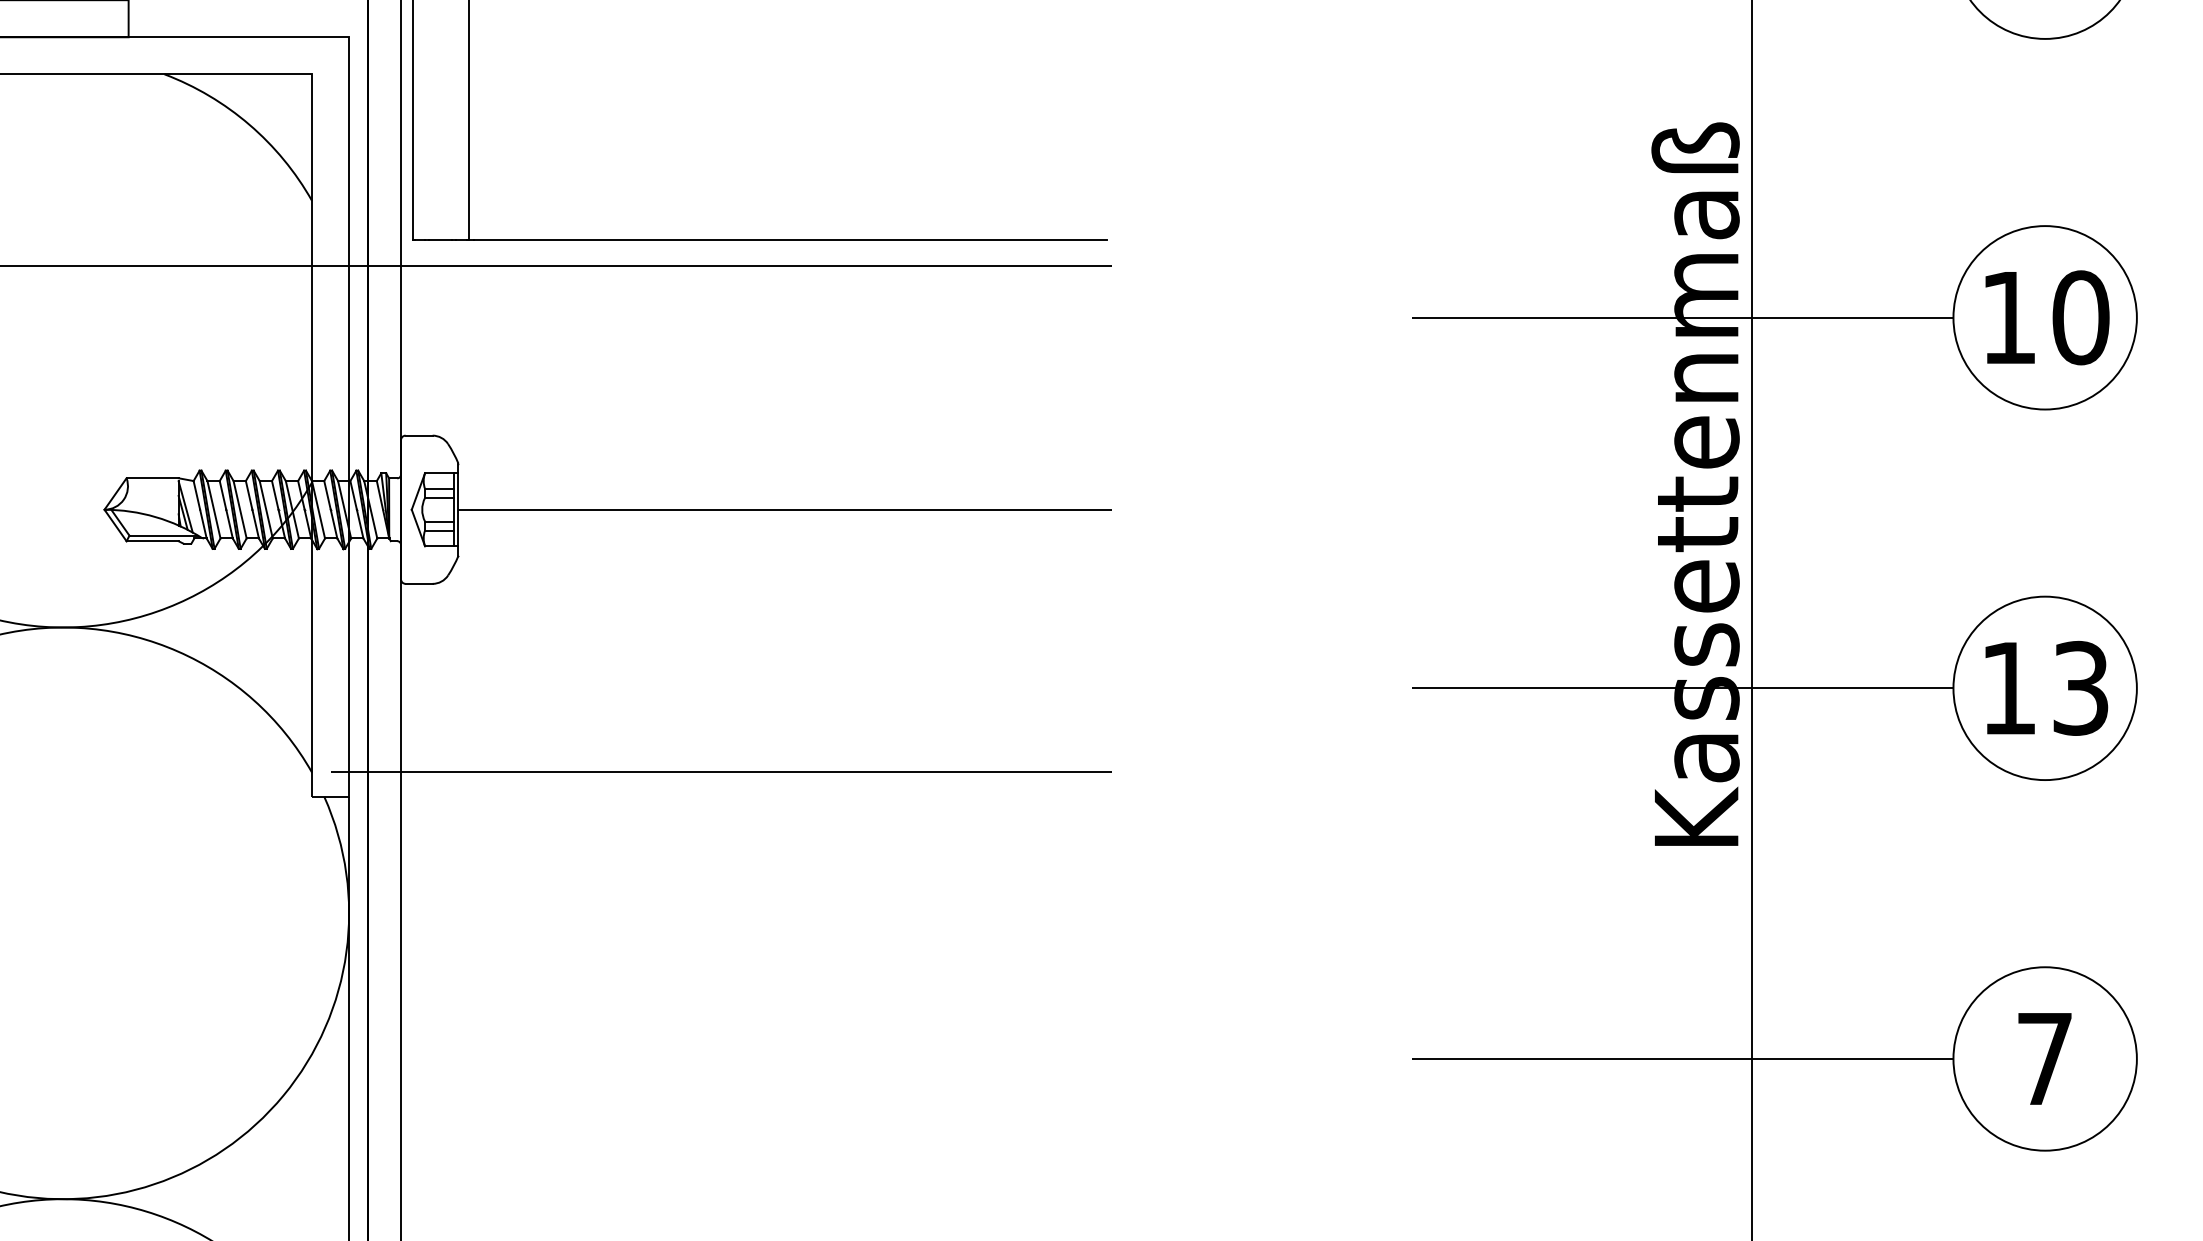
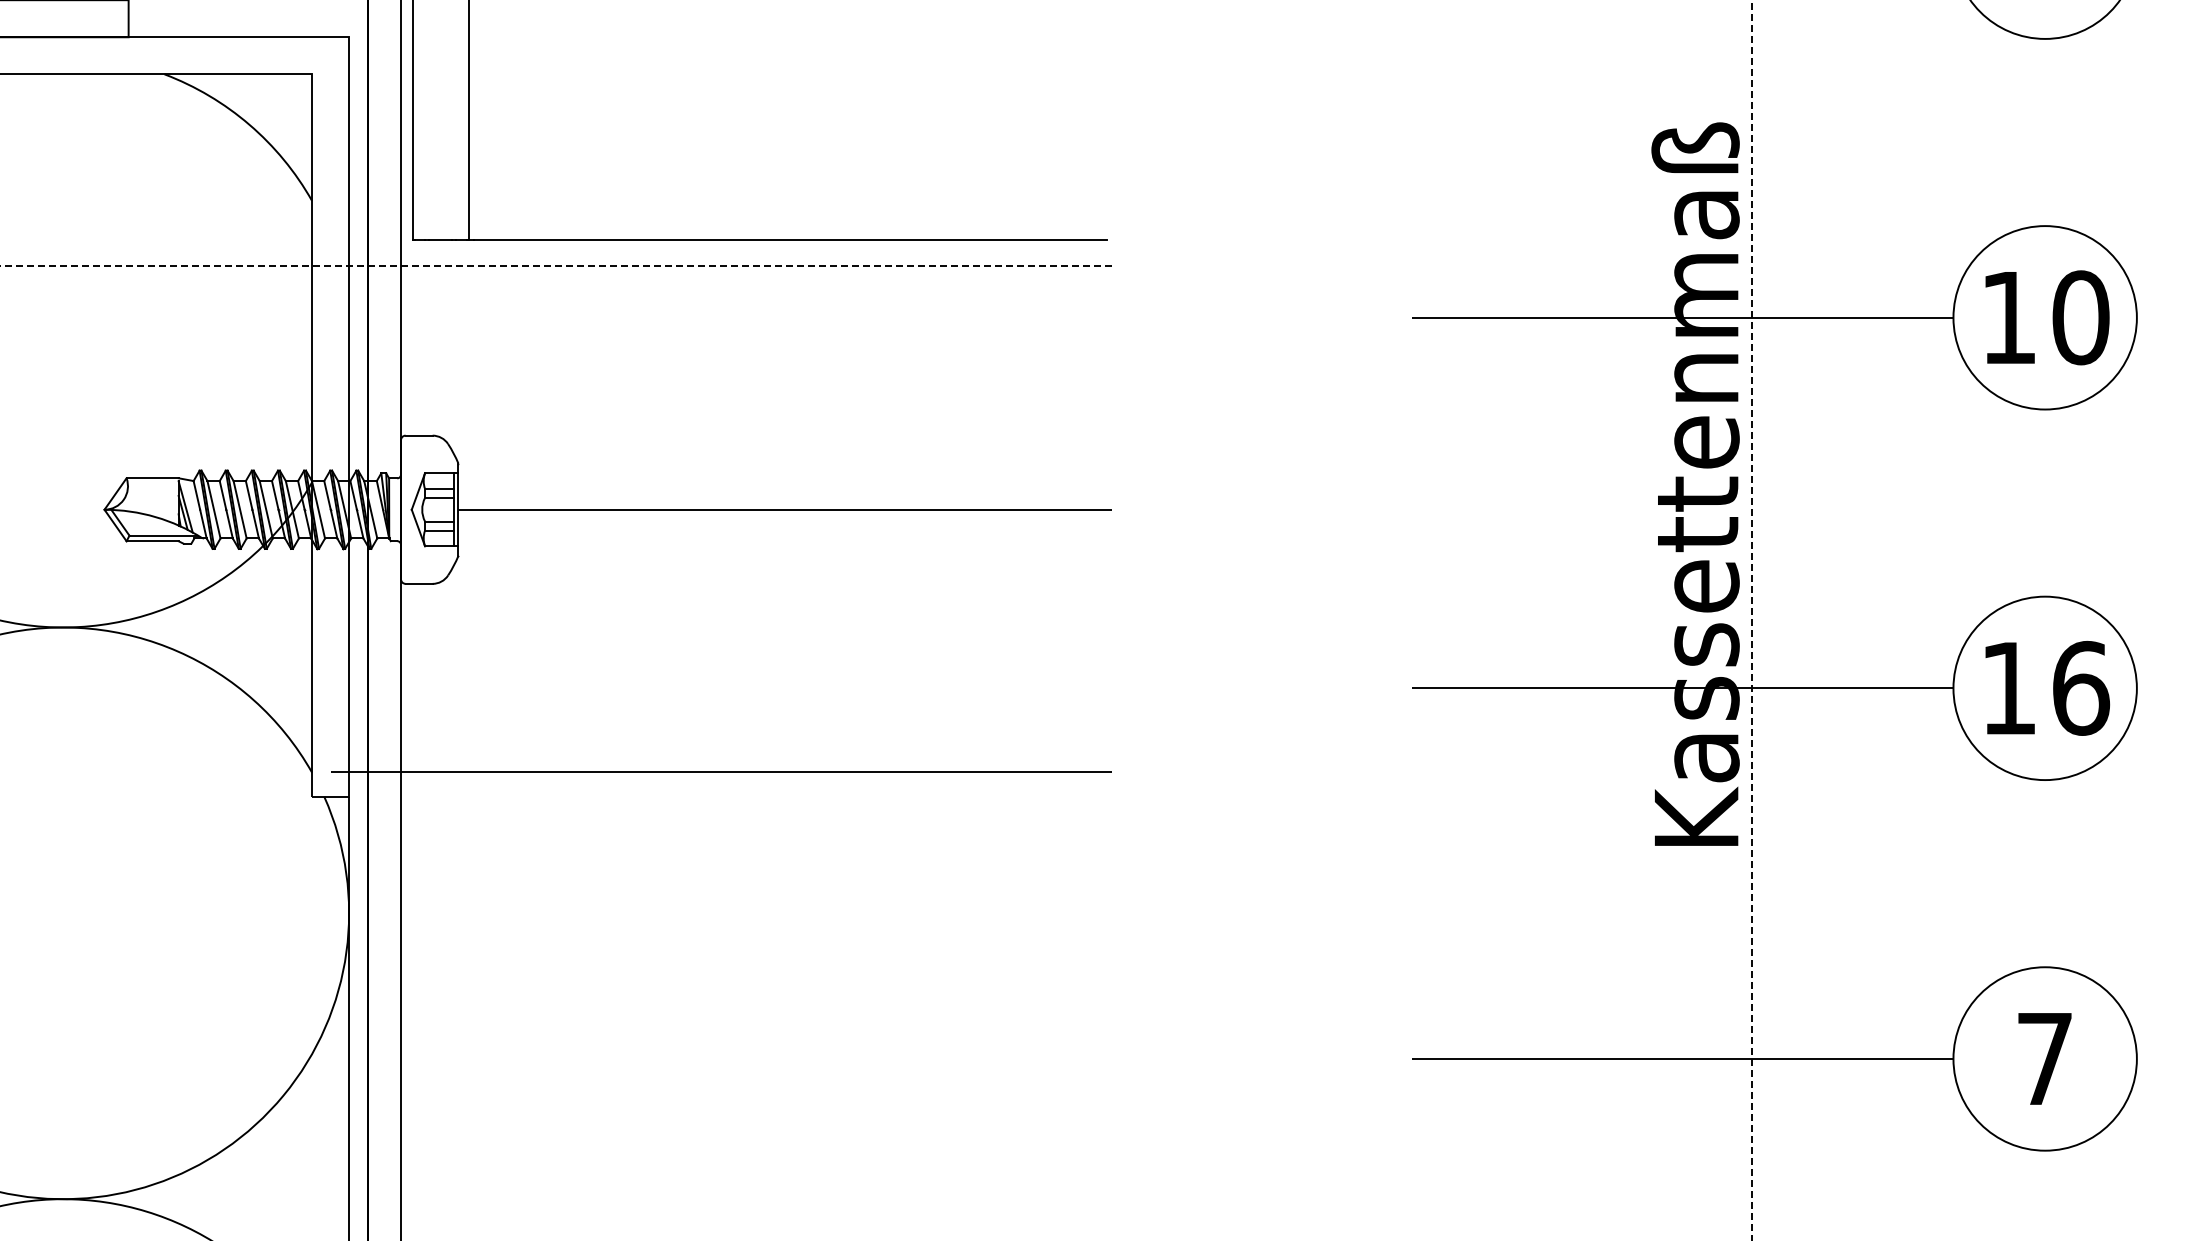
line at (555, 266): solid -> dashed
line at (1752, 620): solid -> dashed
text at (2081, 687): 13 -> 16
